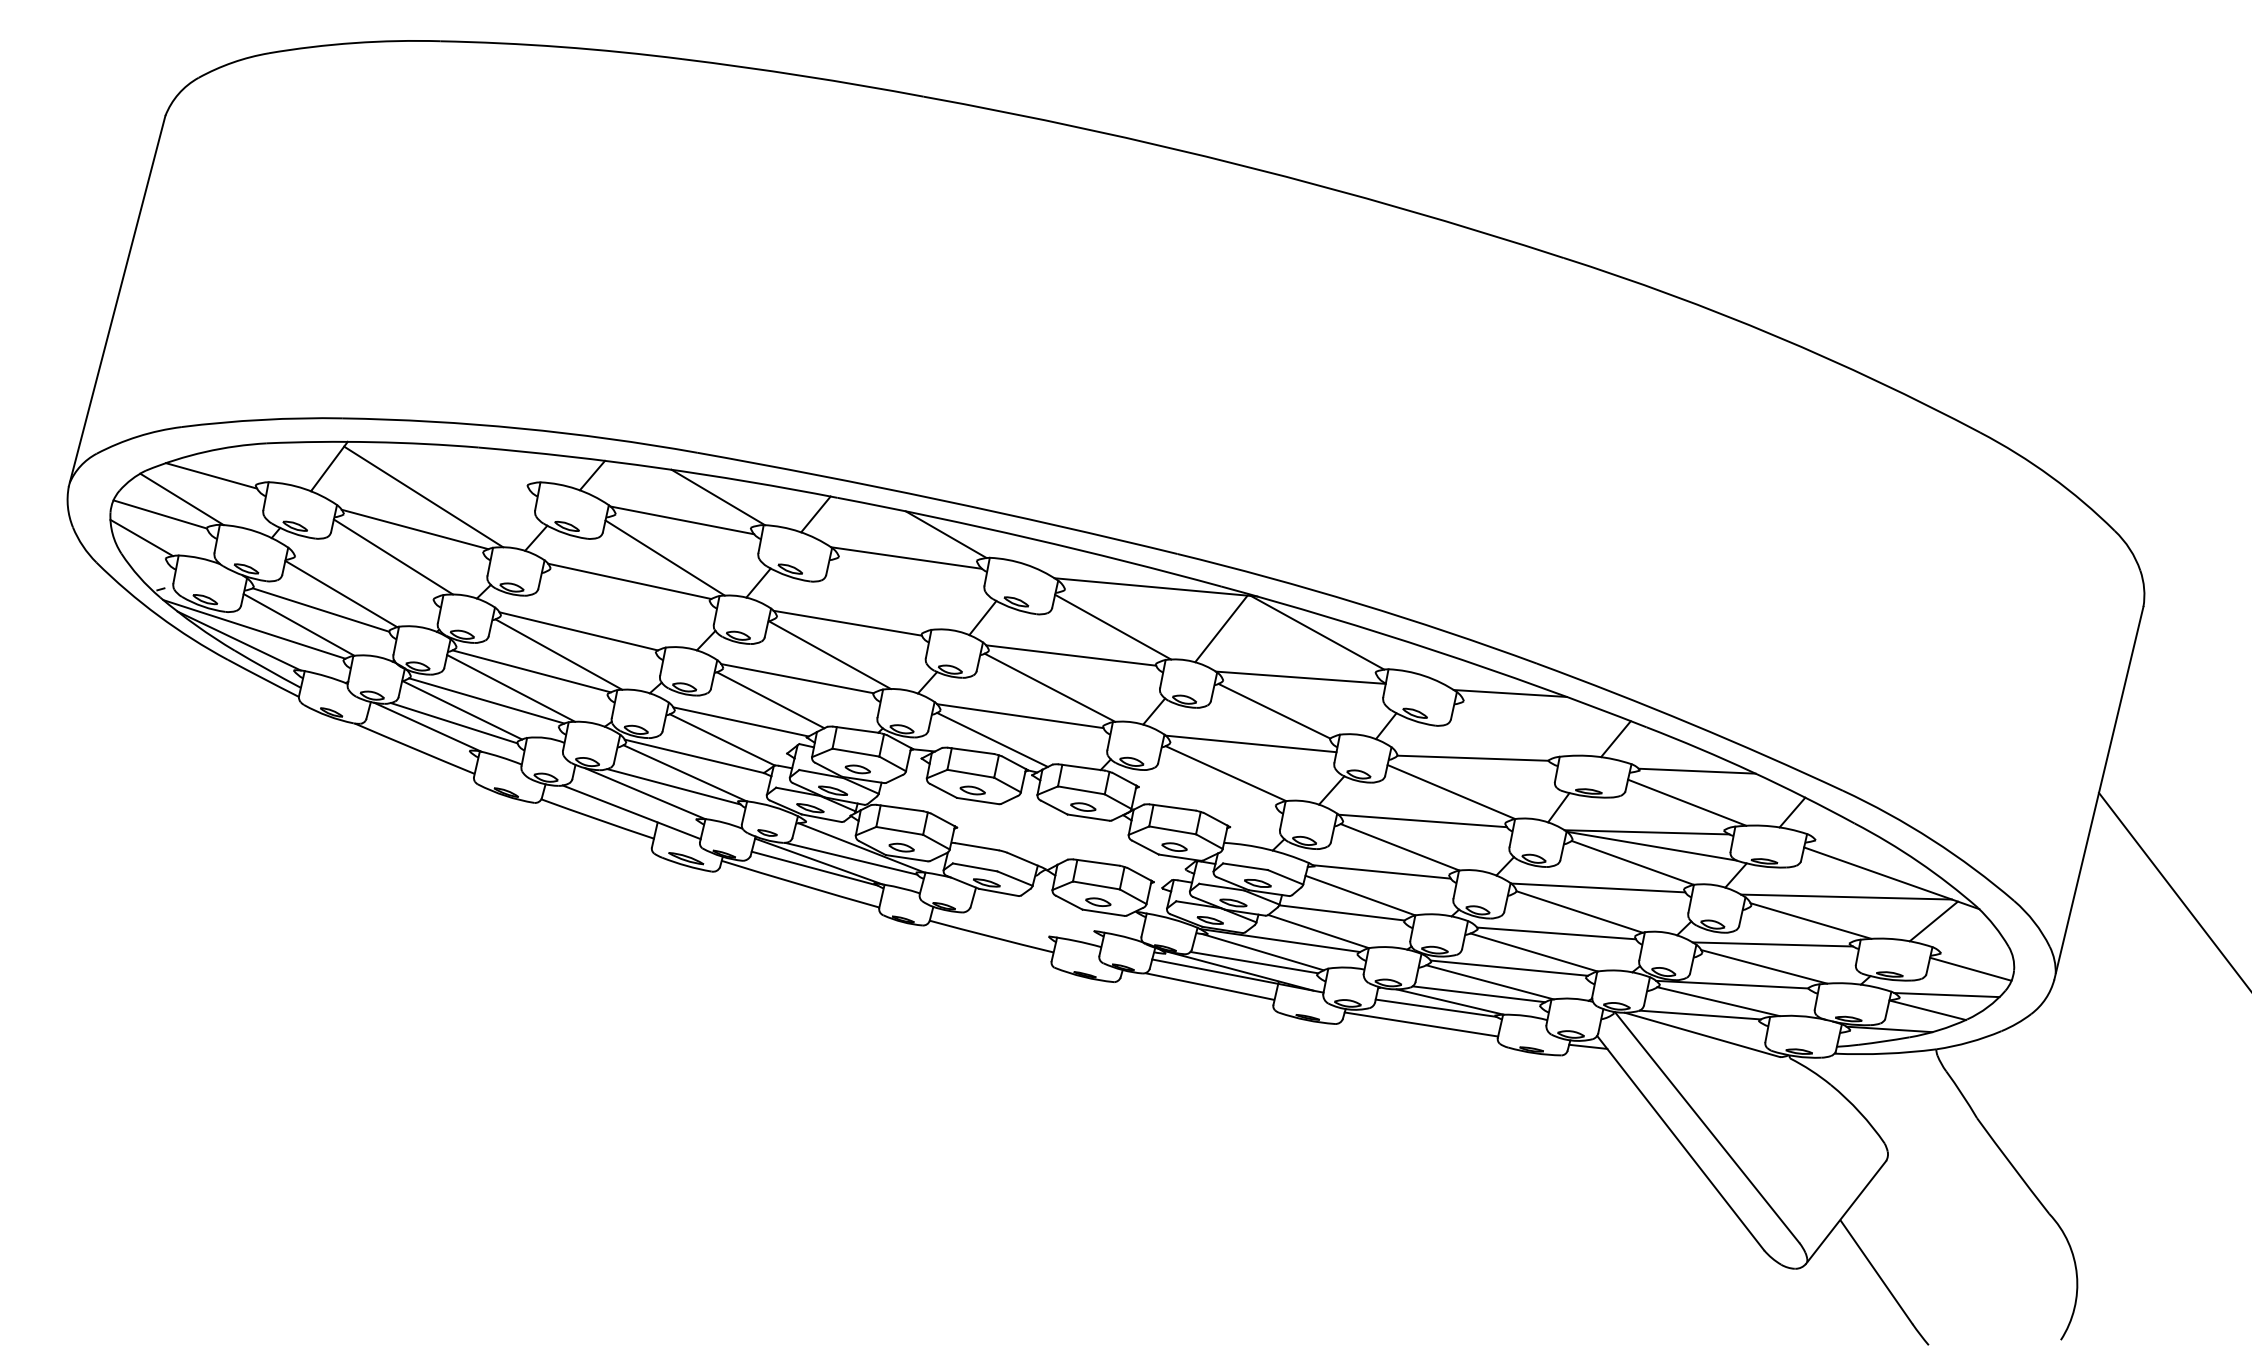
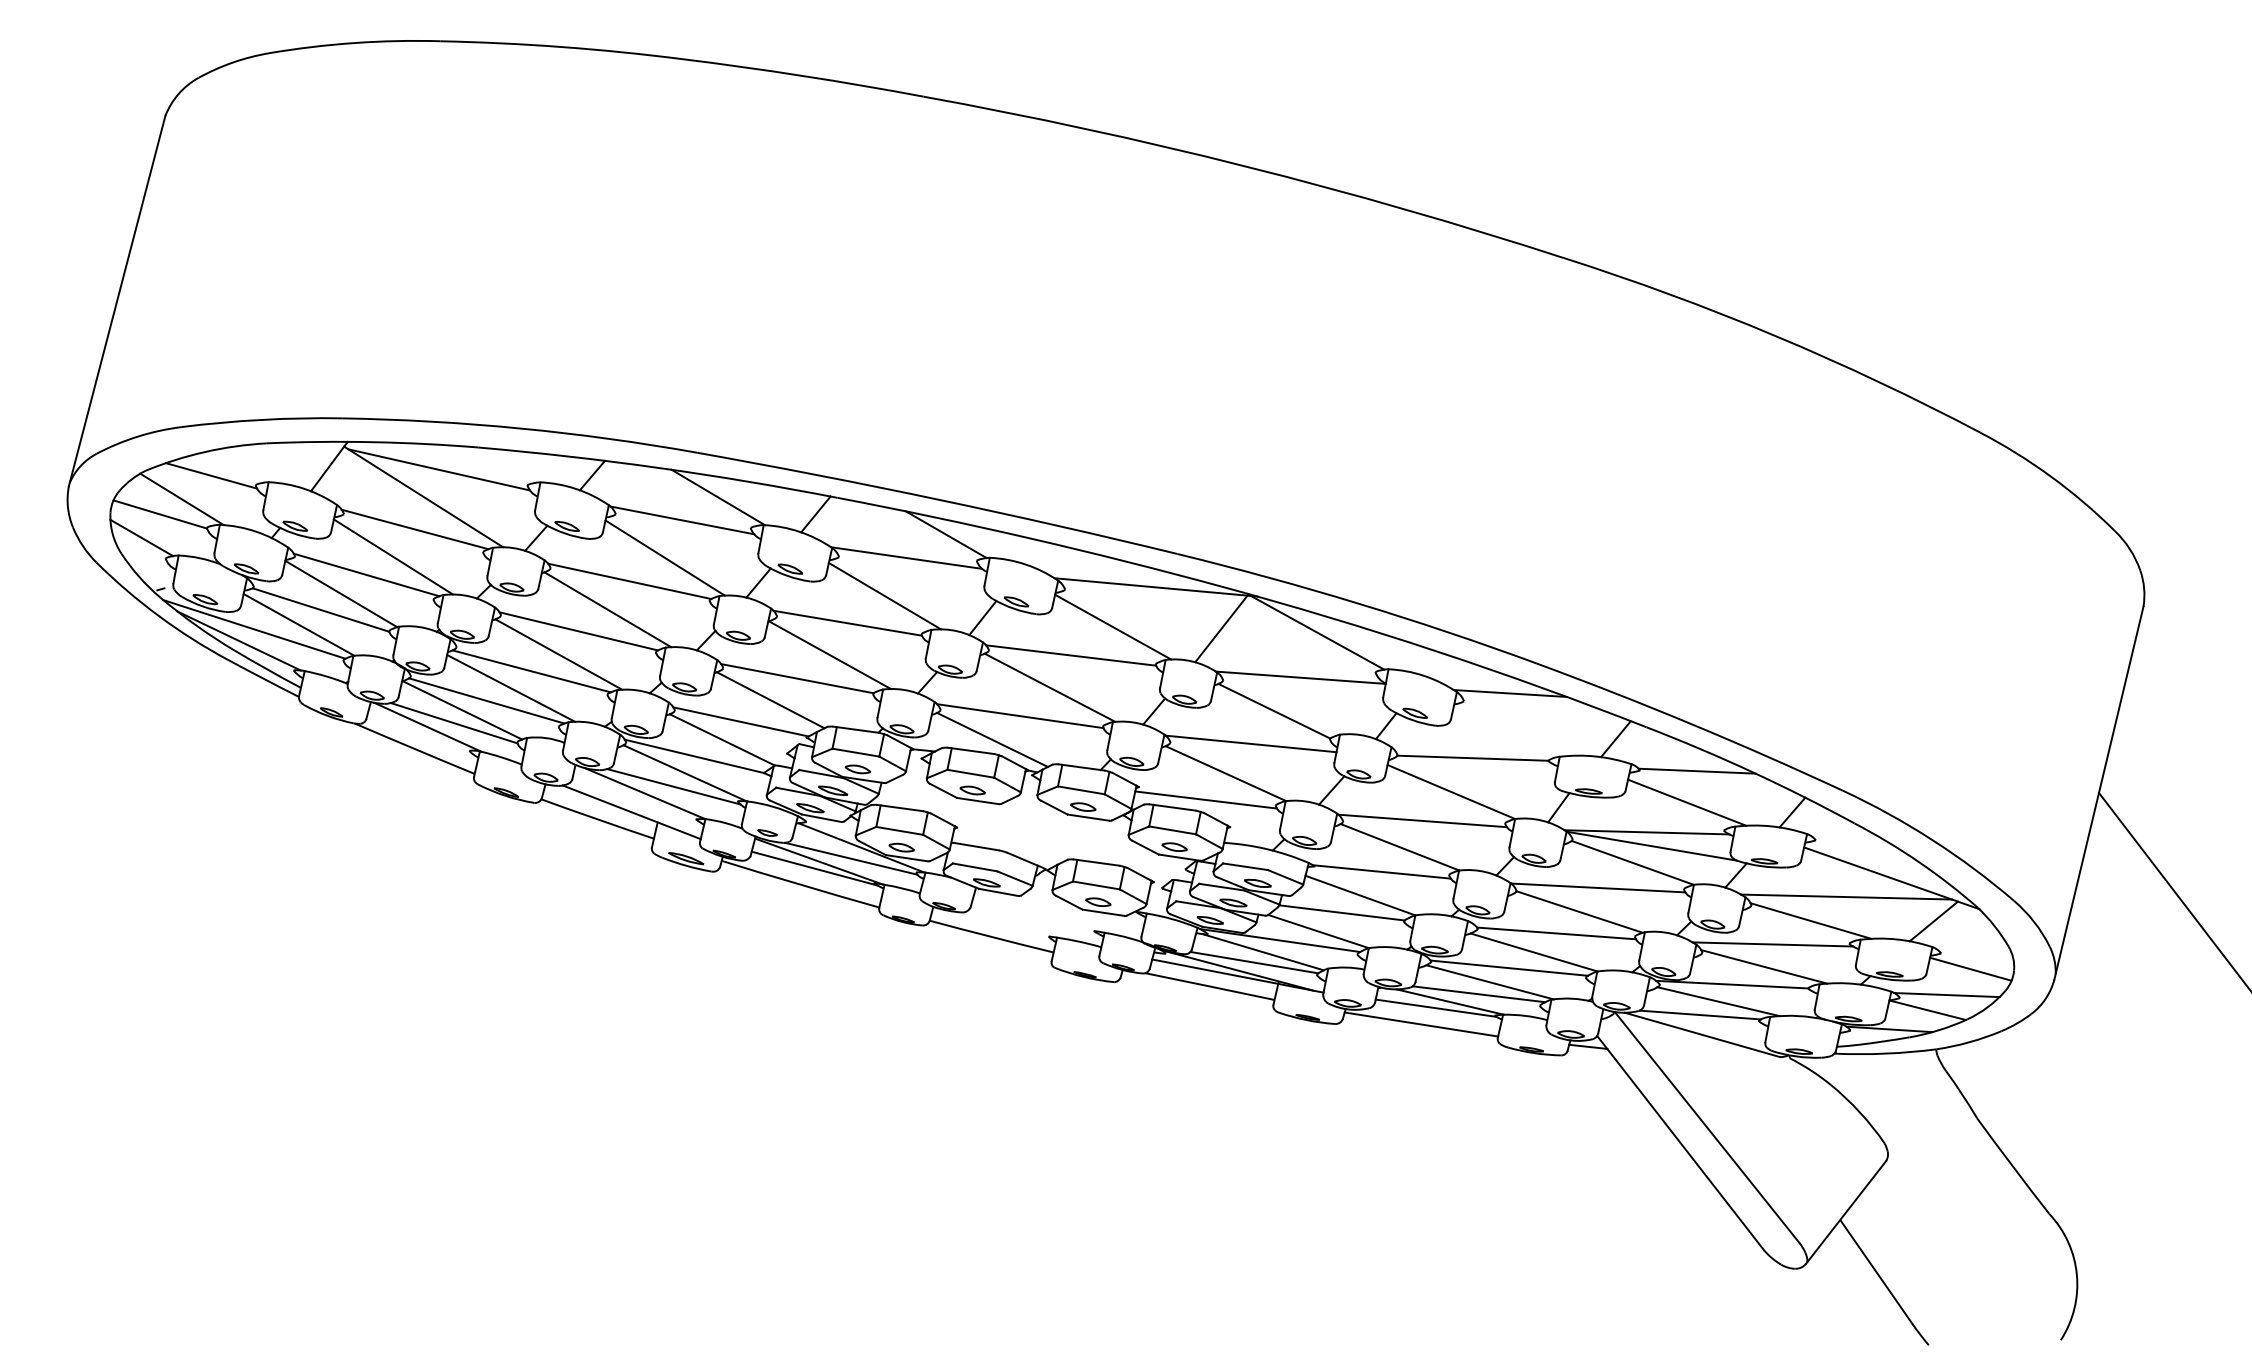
line at (439, 469): none -> present
line at (366, 574): none -> present
line at (884, 595): none -> present
line at (607, 609): none -> present
line at (1206, 799): none -> present
